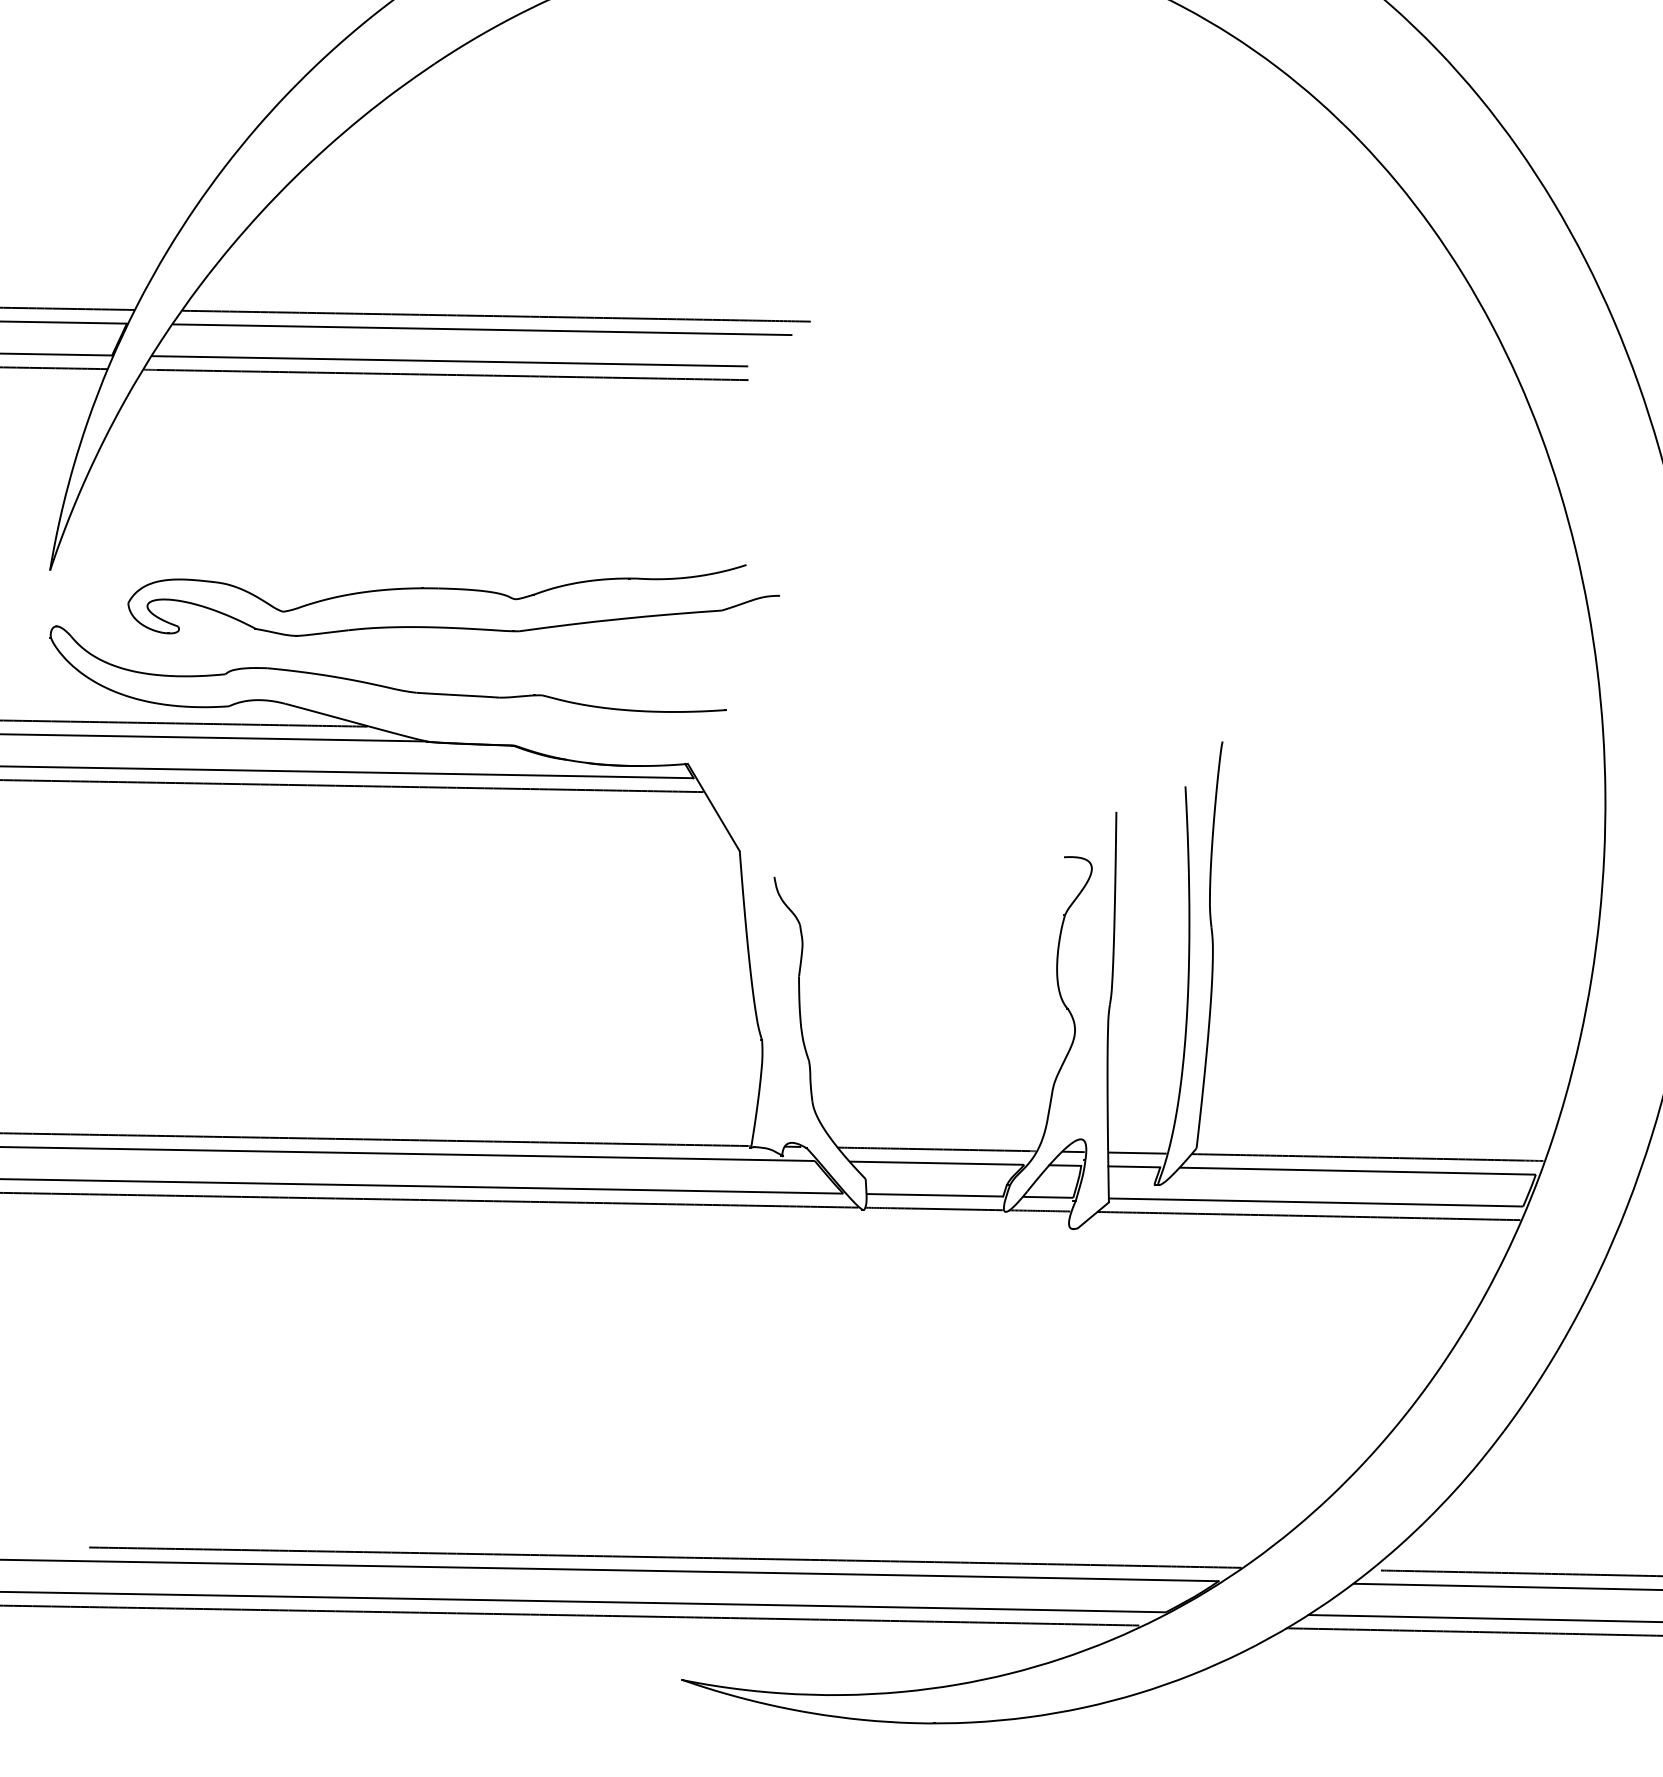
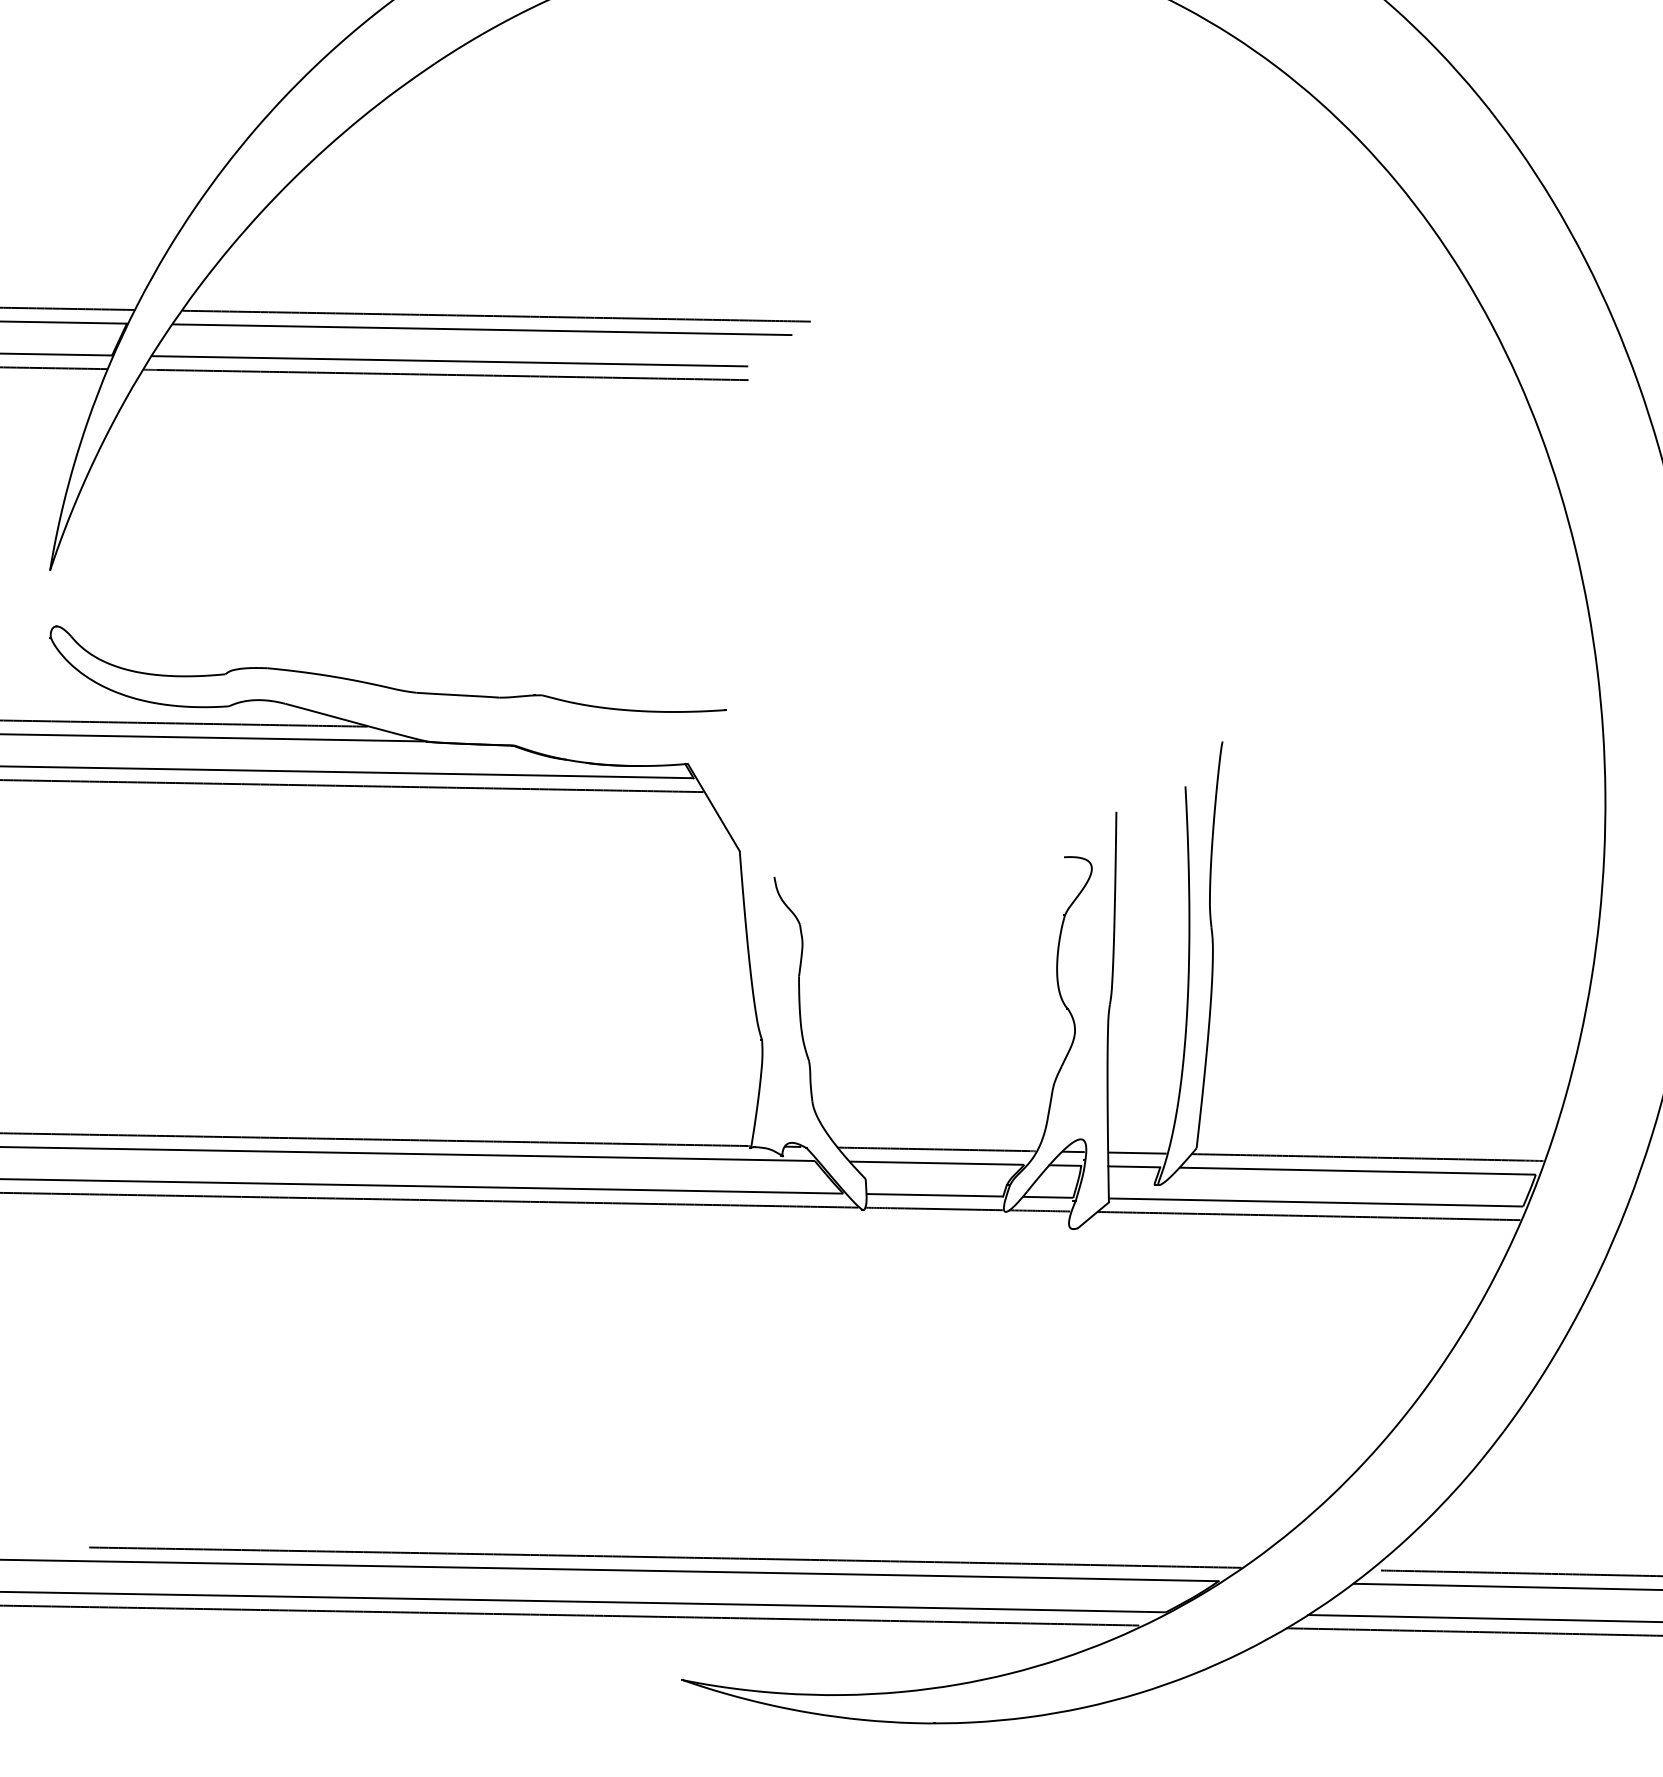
part at (453, 589): present -> none
